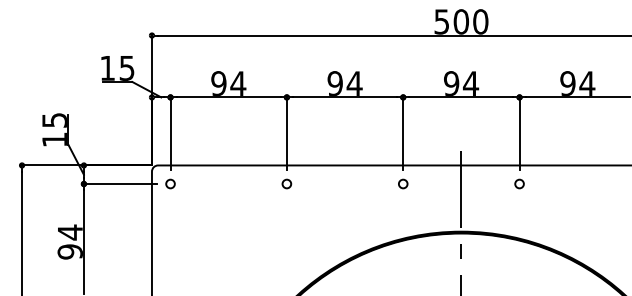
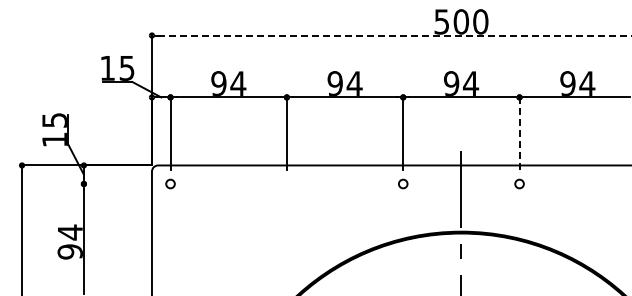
line at (394, 35): solid -> dashed
line at (519, 133): solid -> dashed
circle at (286, 183): present -> none
line at (119, 184): present -> none
